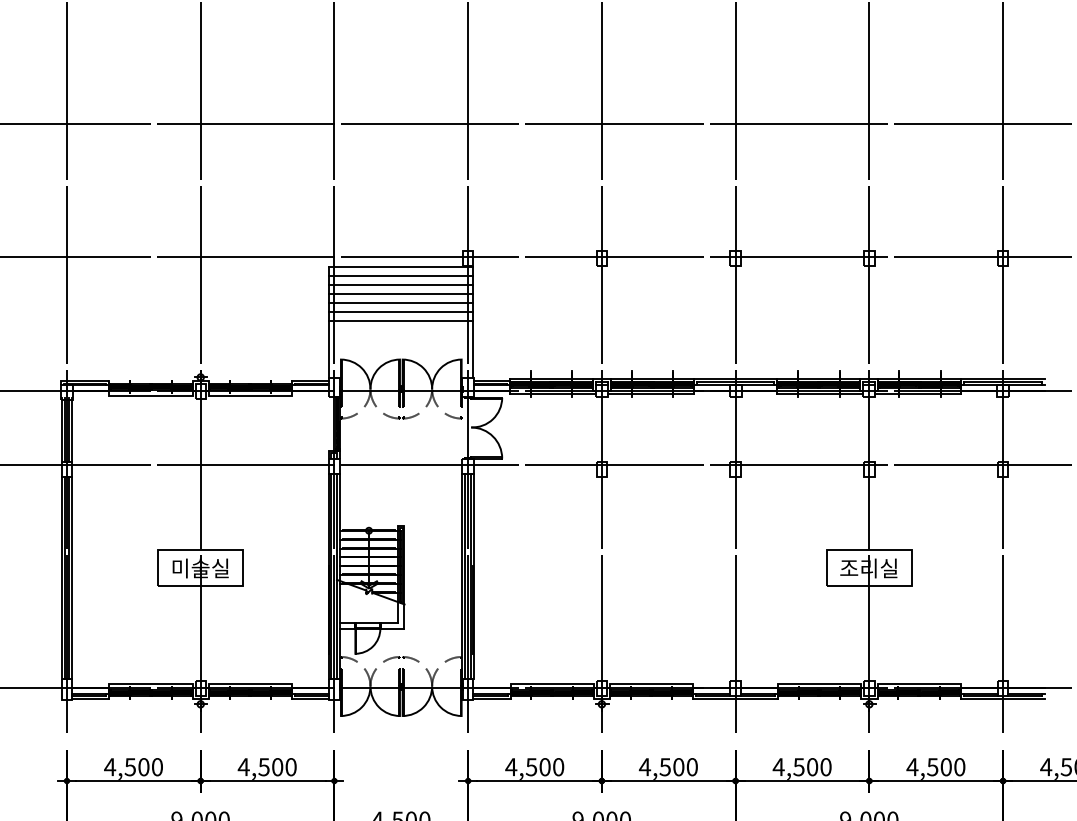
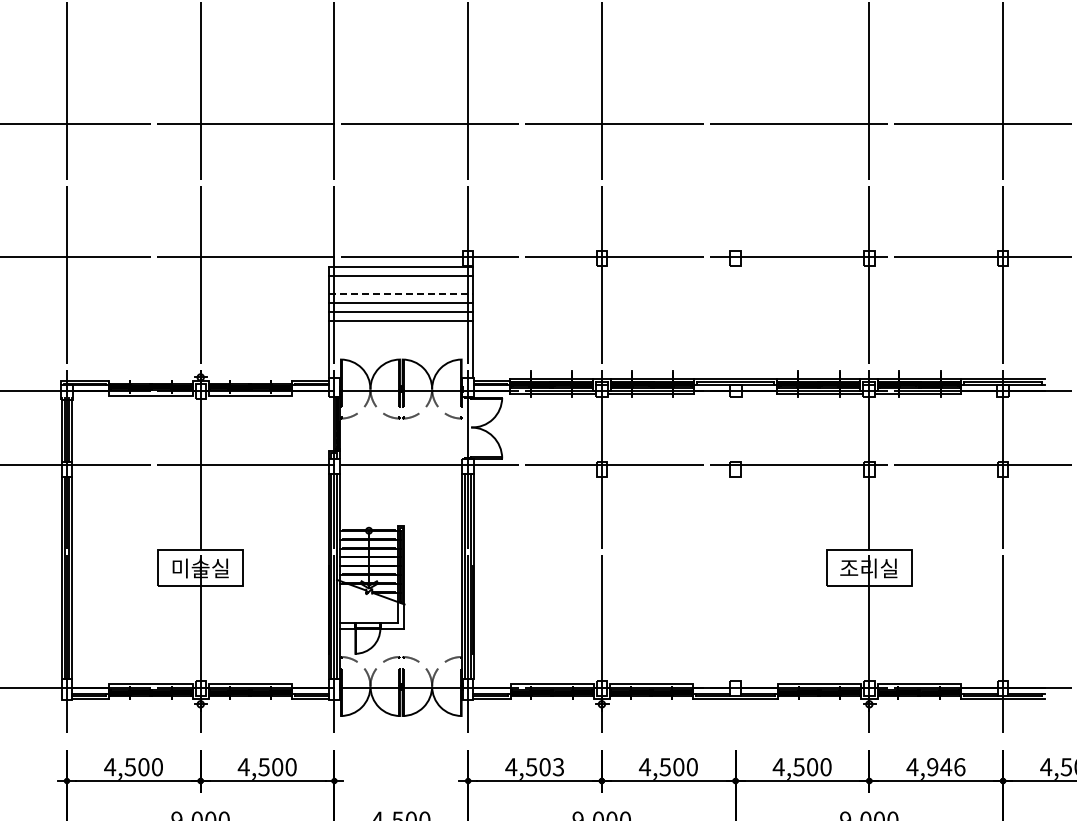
line at (401, 285): present -> none
line at (401, 294): solid -> dashed
line at (735, 367): present -> none
text at (558, 767): 4,500 -> 4,503
text at (946, 767): 4,500 -> 4,946
